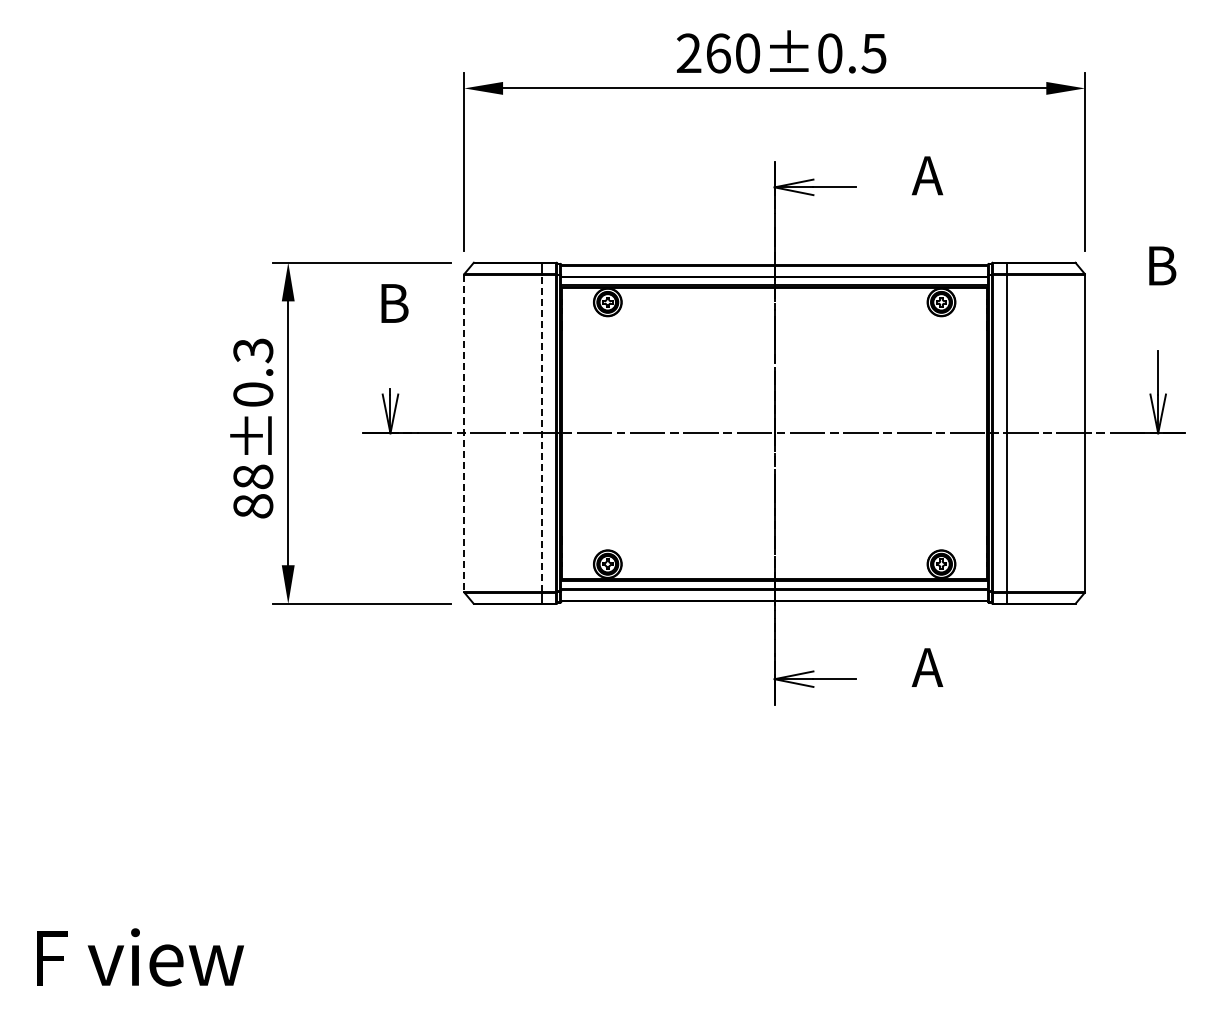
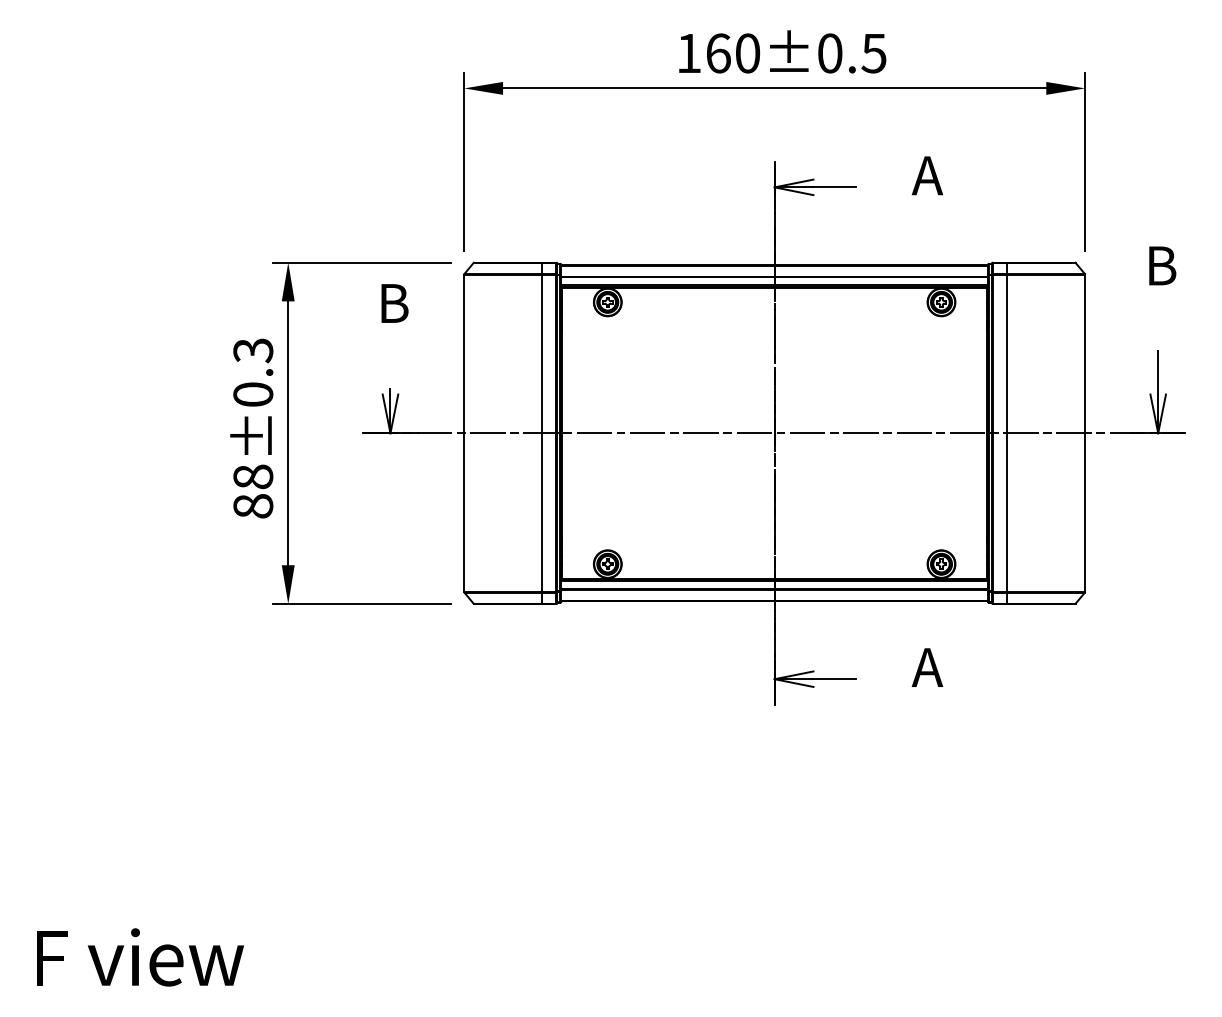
text at (689, 52): 260±0.5 -> 160±0.5
line at (464, 433): dashed -> solid
line at (541, 433): dashed -> solid
